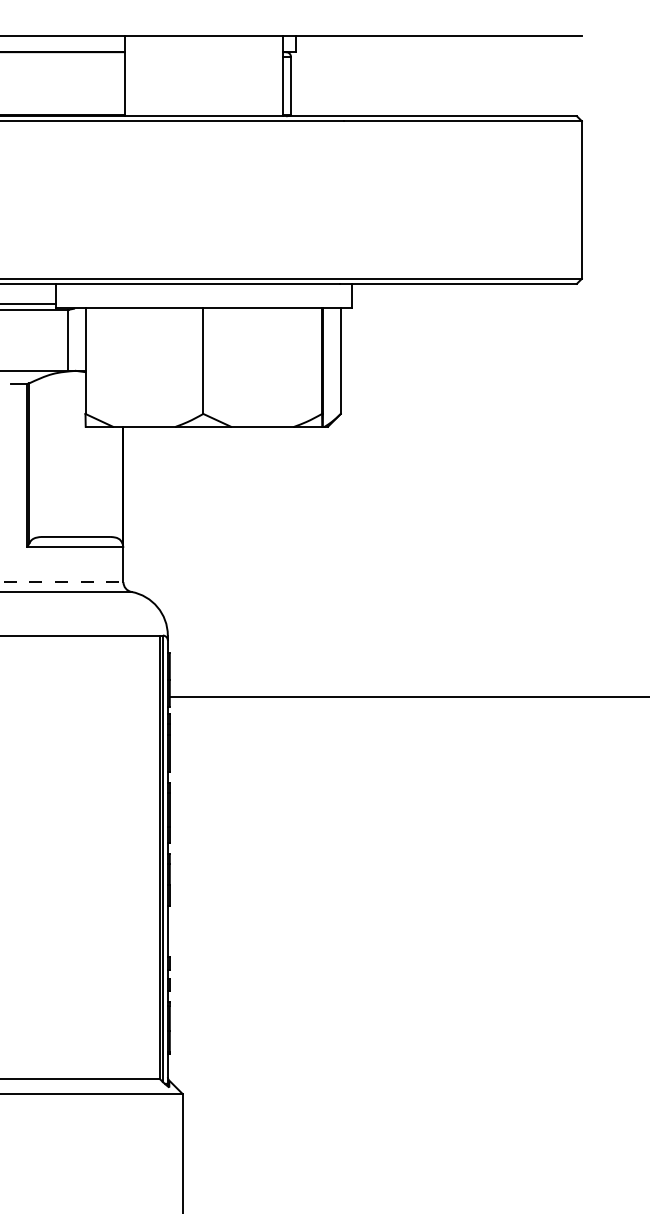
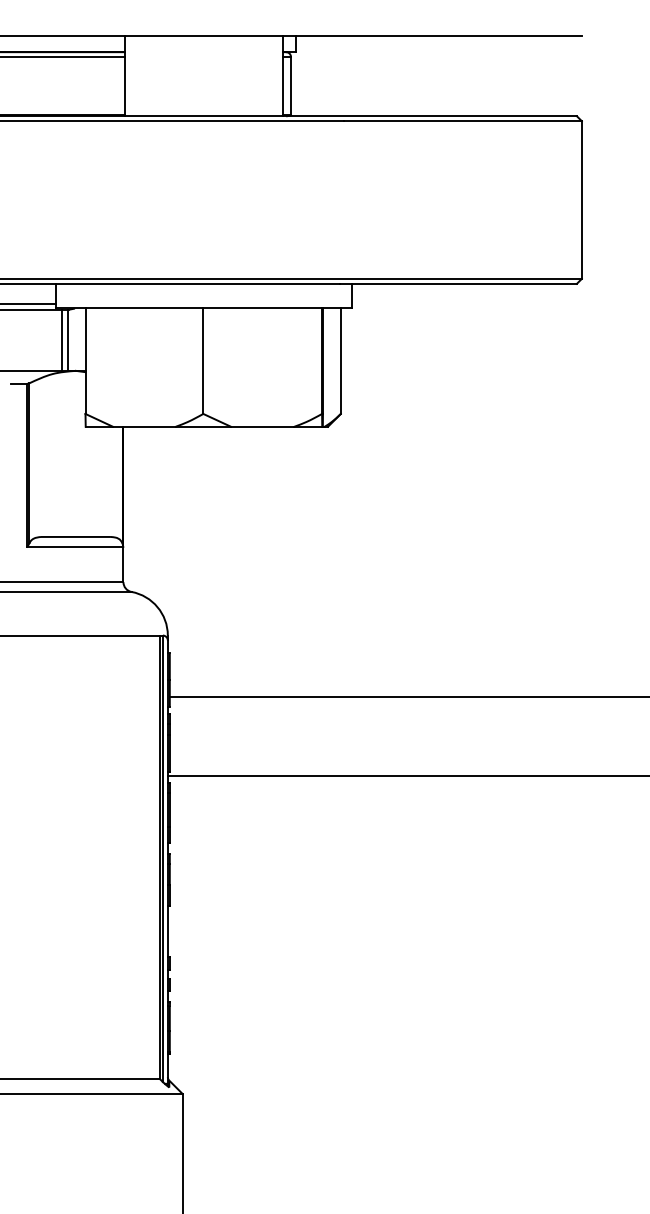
line at (63, 57): none -> present
line at (62, 339): none -> present
line at (62, 582): dashed -> solid
line at (406, 775): none -> present
